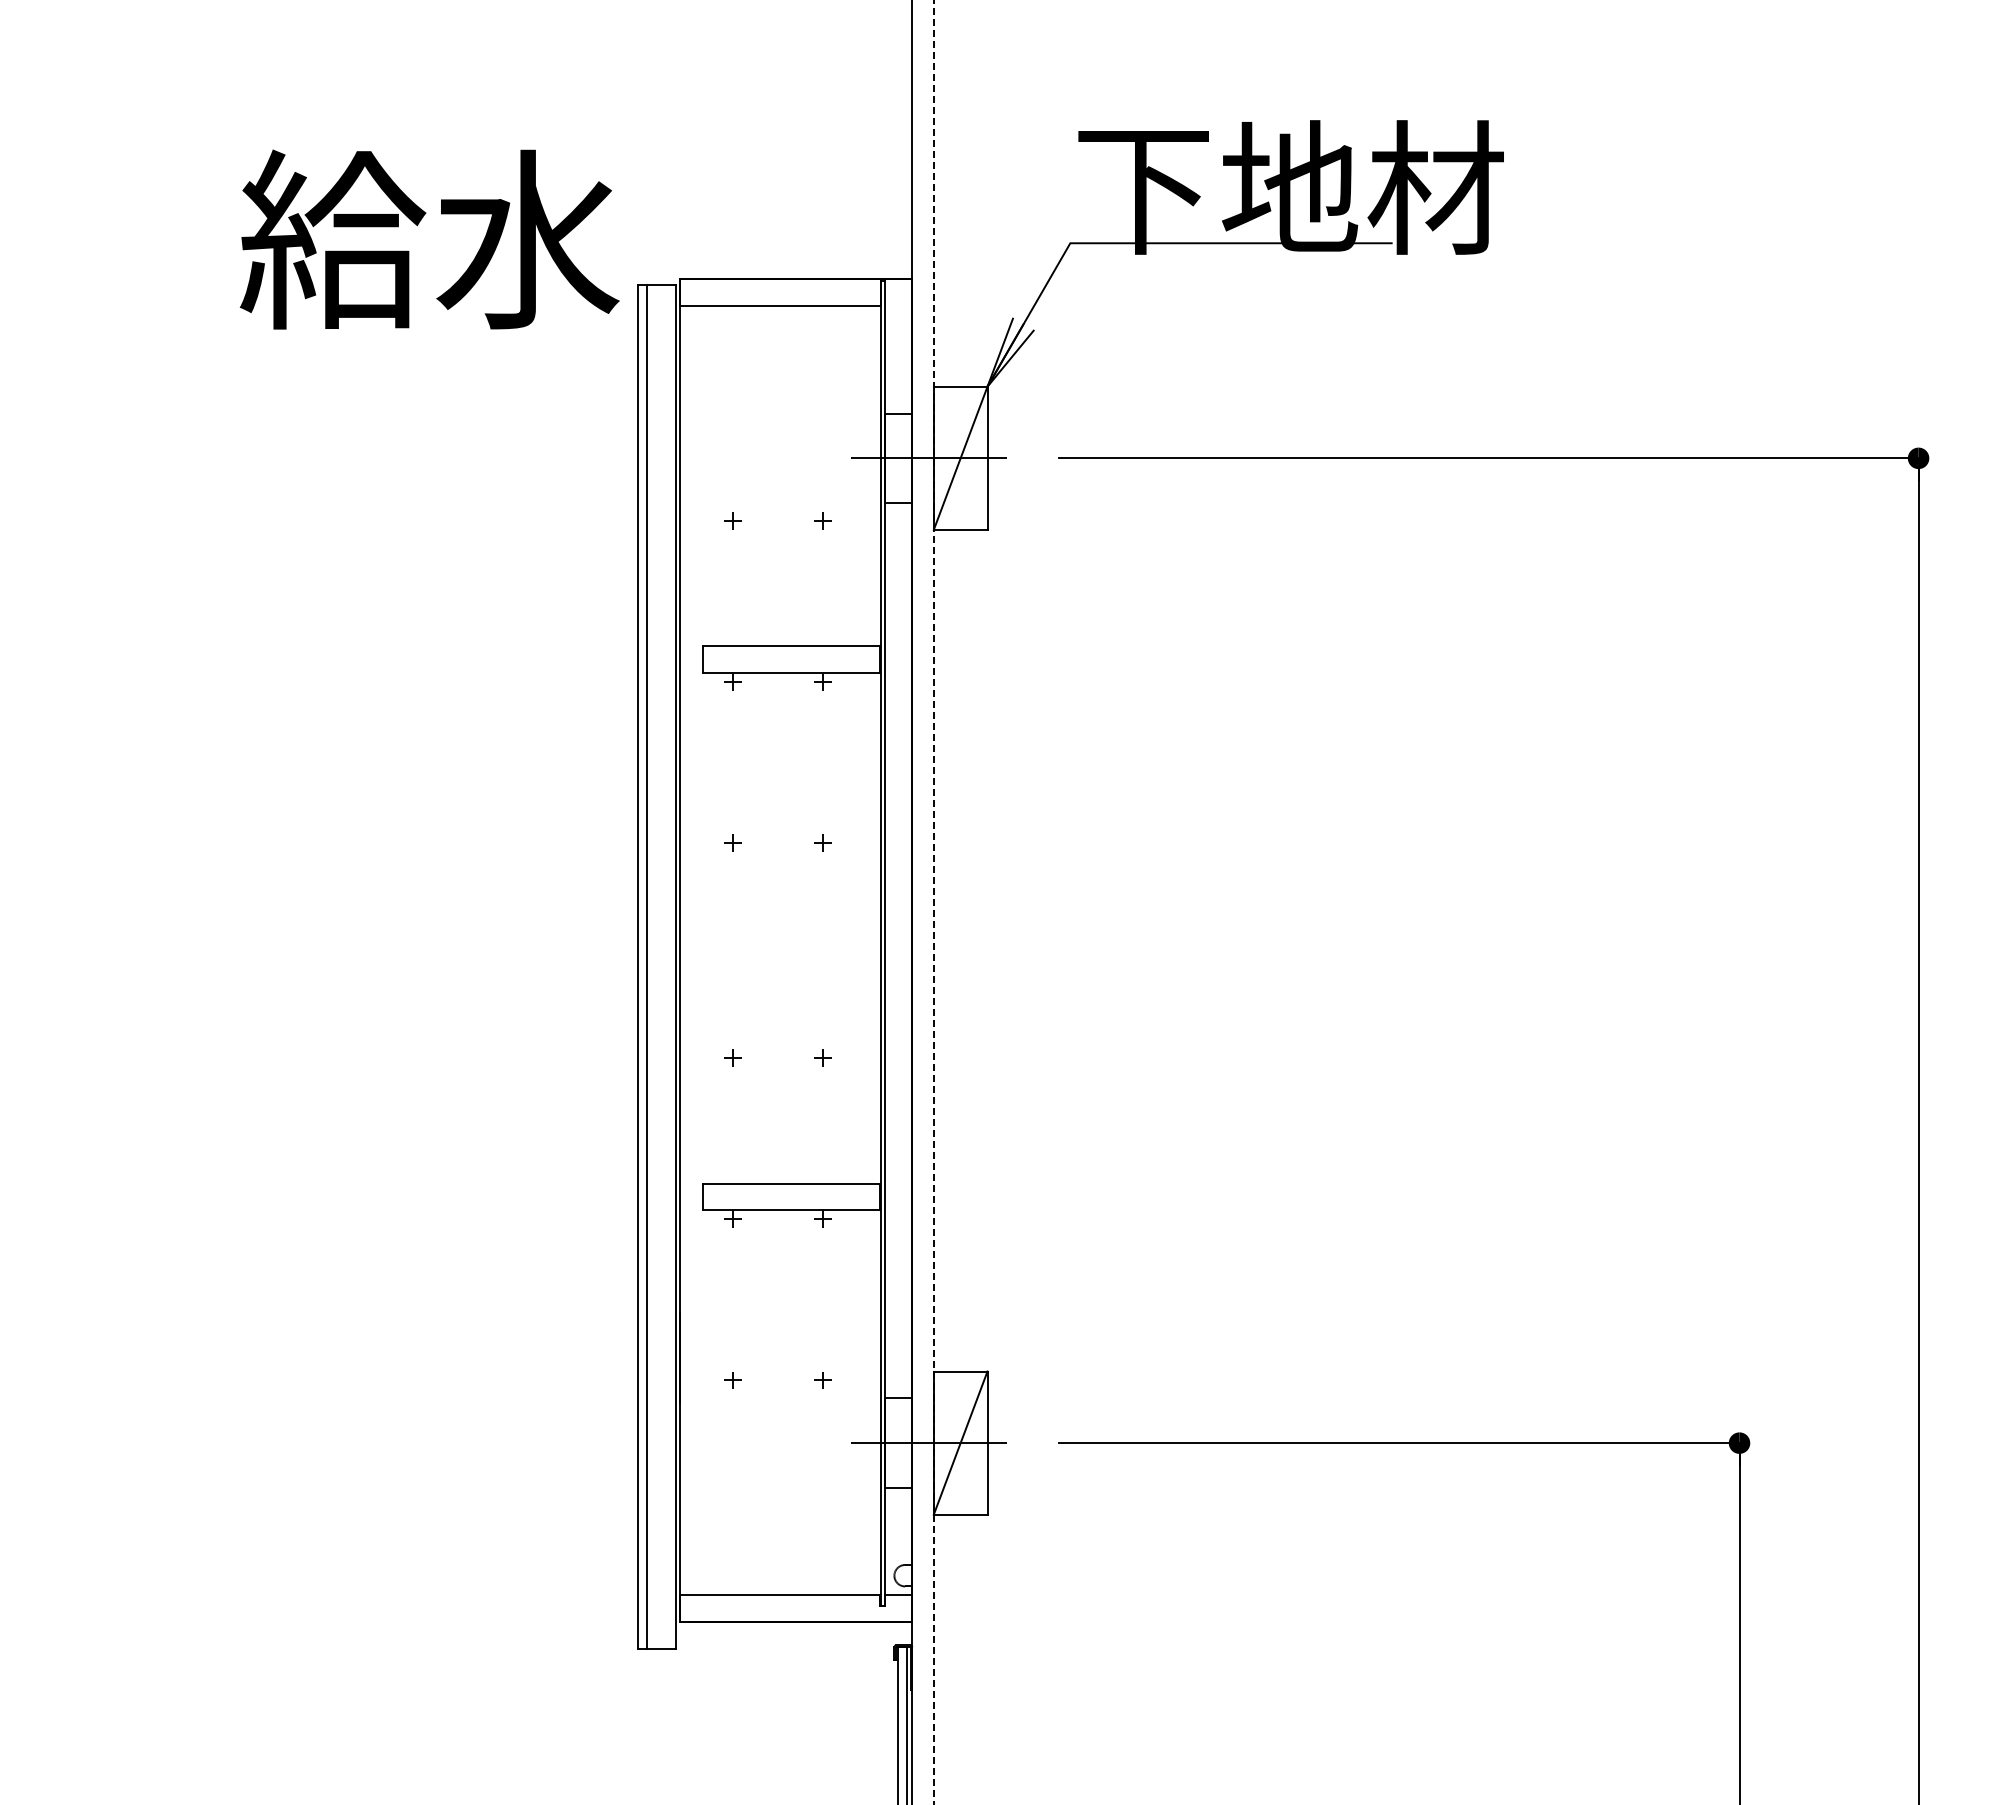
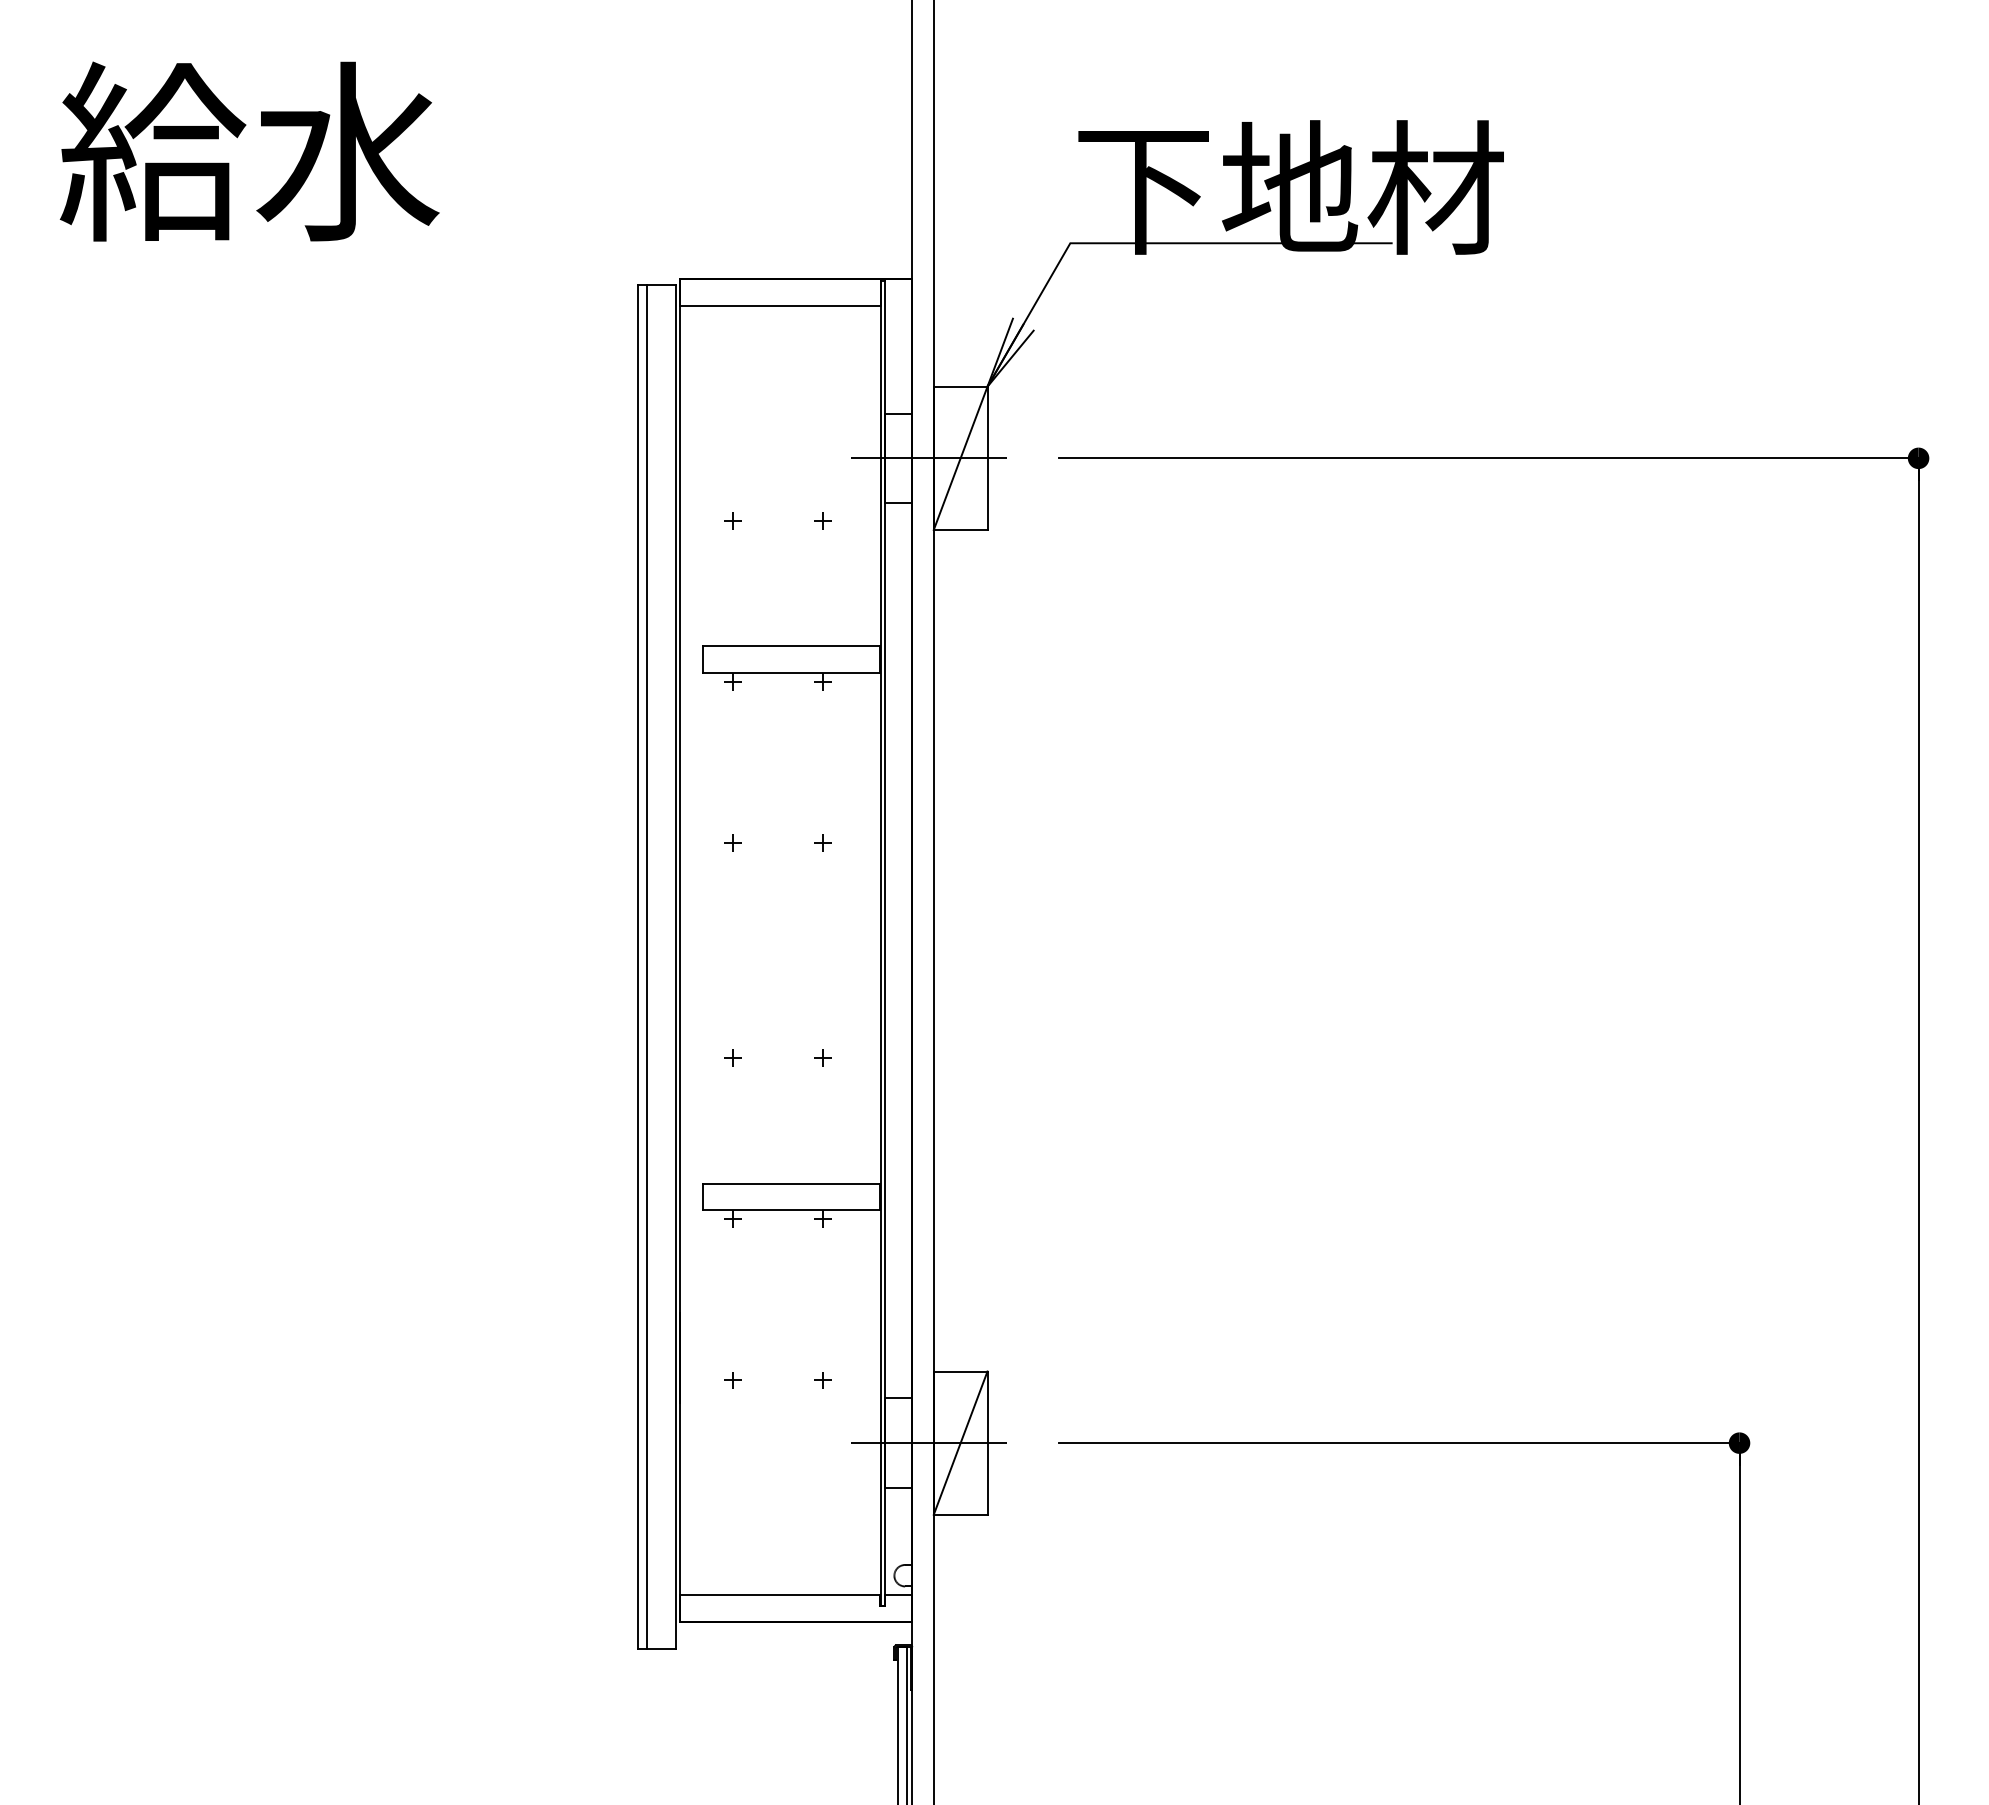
text at (429, 239) position: (429, 239) -> (249, 151)
line at (933, 902): dashed -> solid
